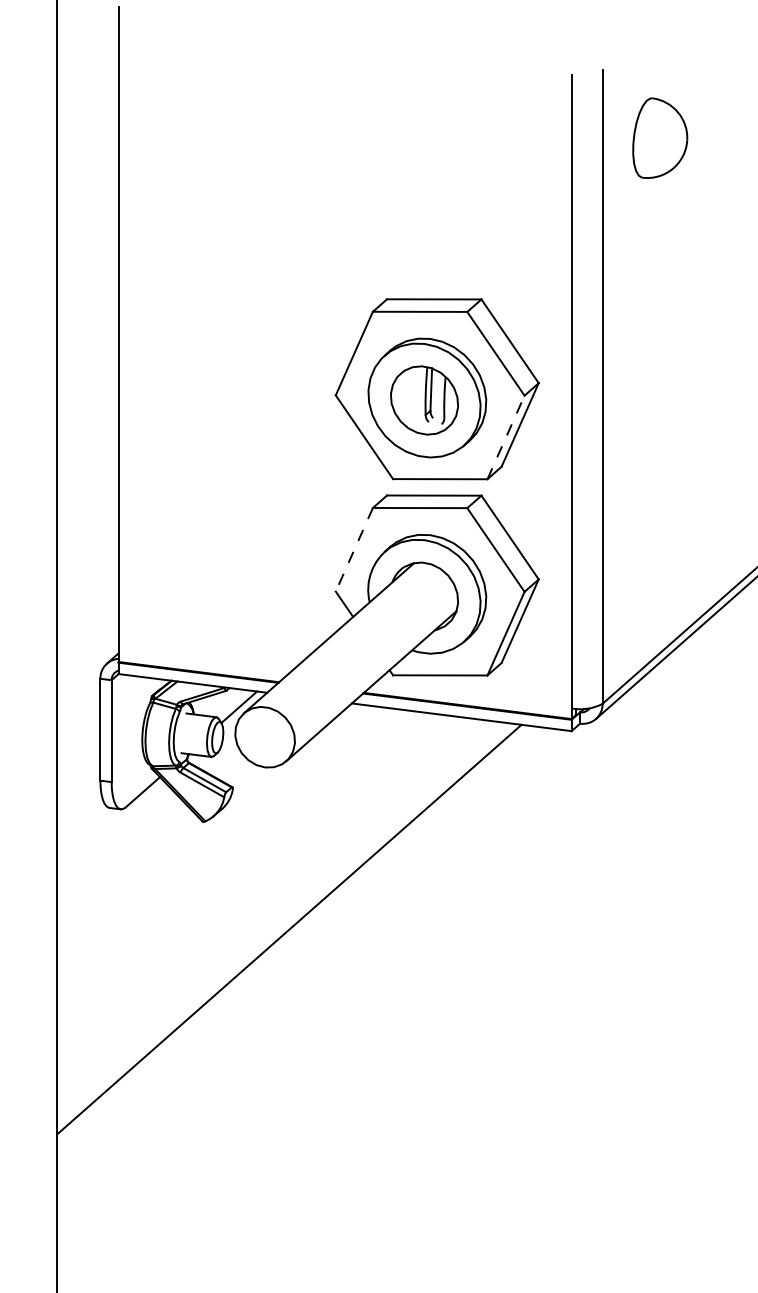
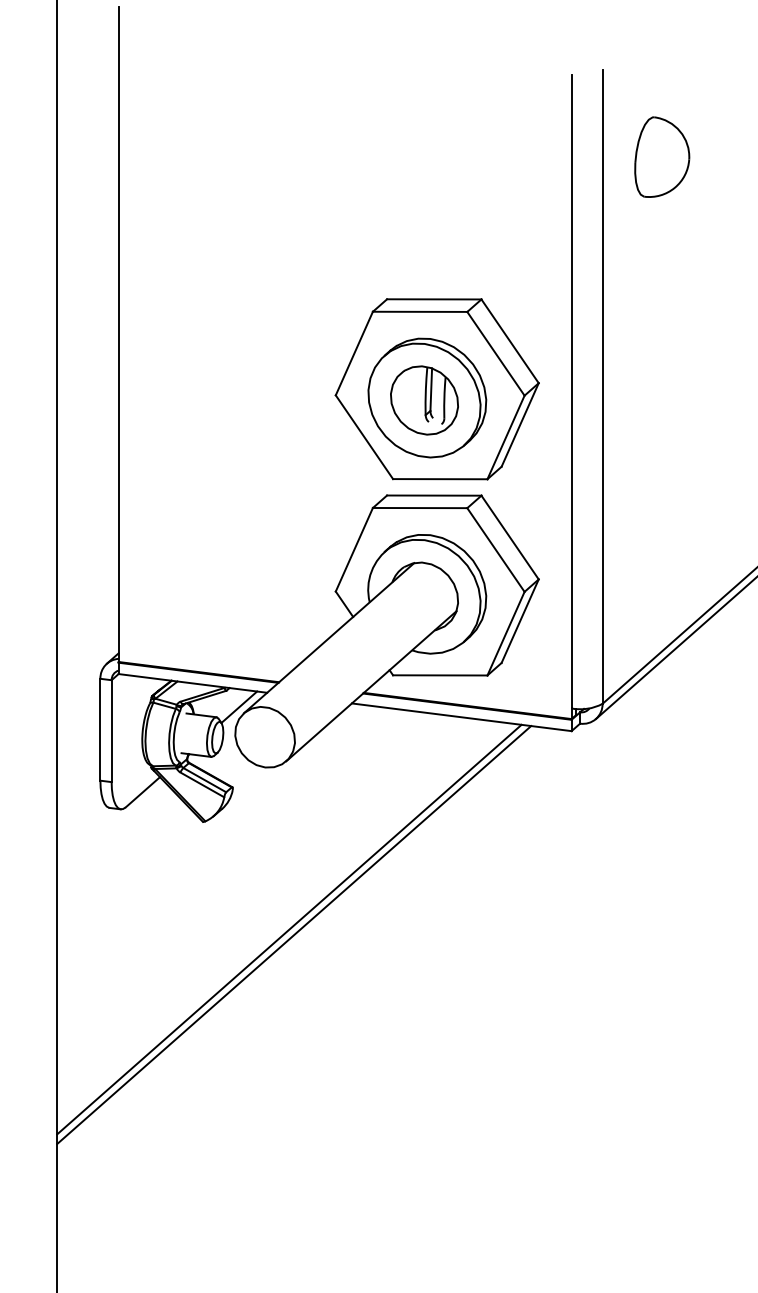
part at (660, 137) position: (660, 137) -> (662, 156)
line at (506, 437): dashed -> solid
line at (354, 549): dashed -> solid
line at (294, 935): none -> present
